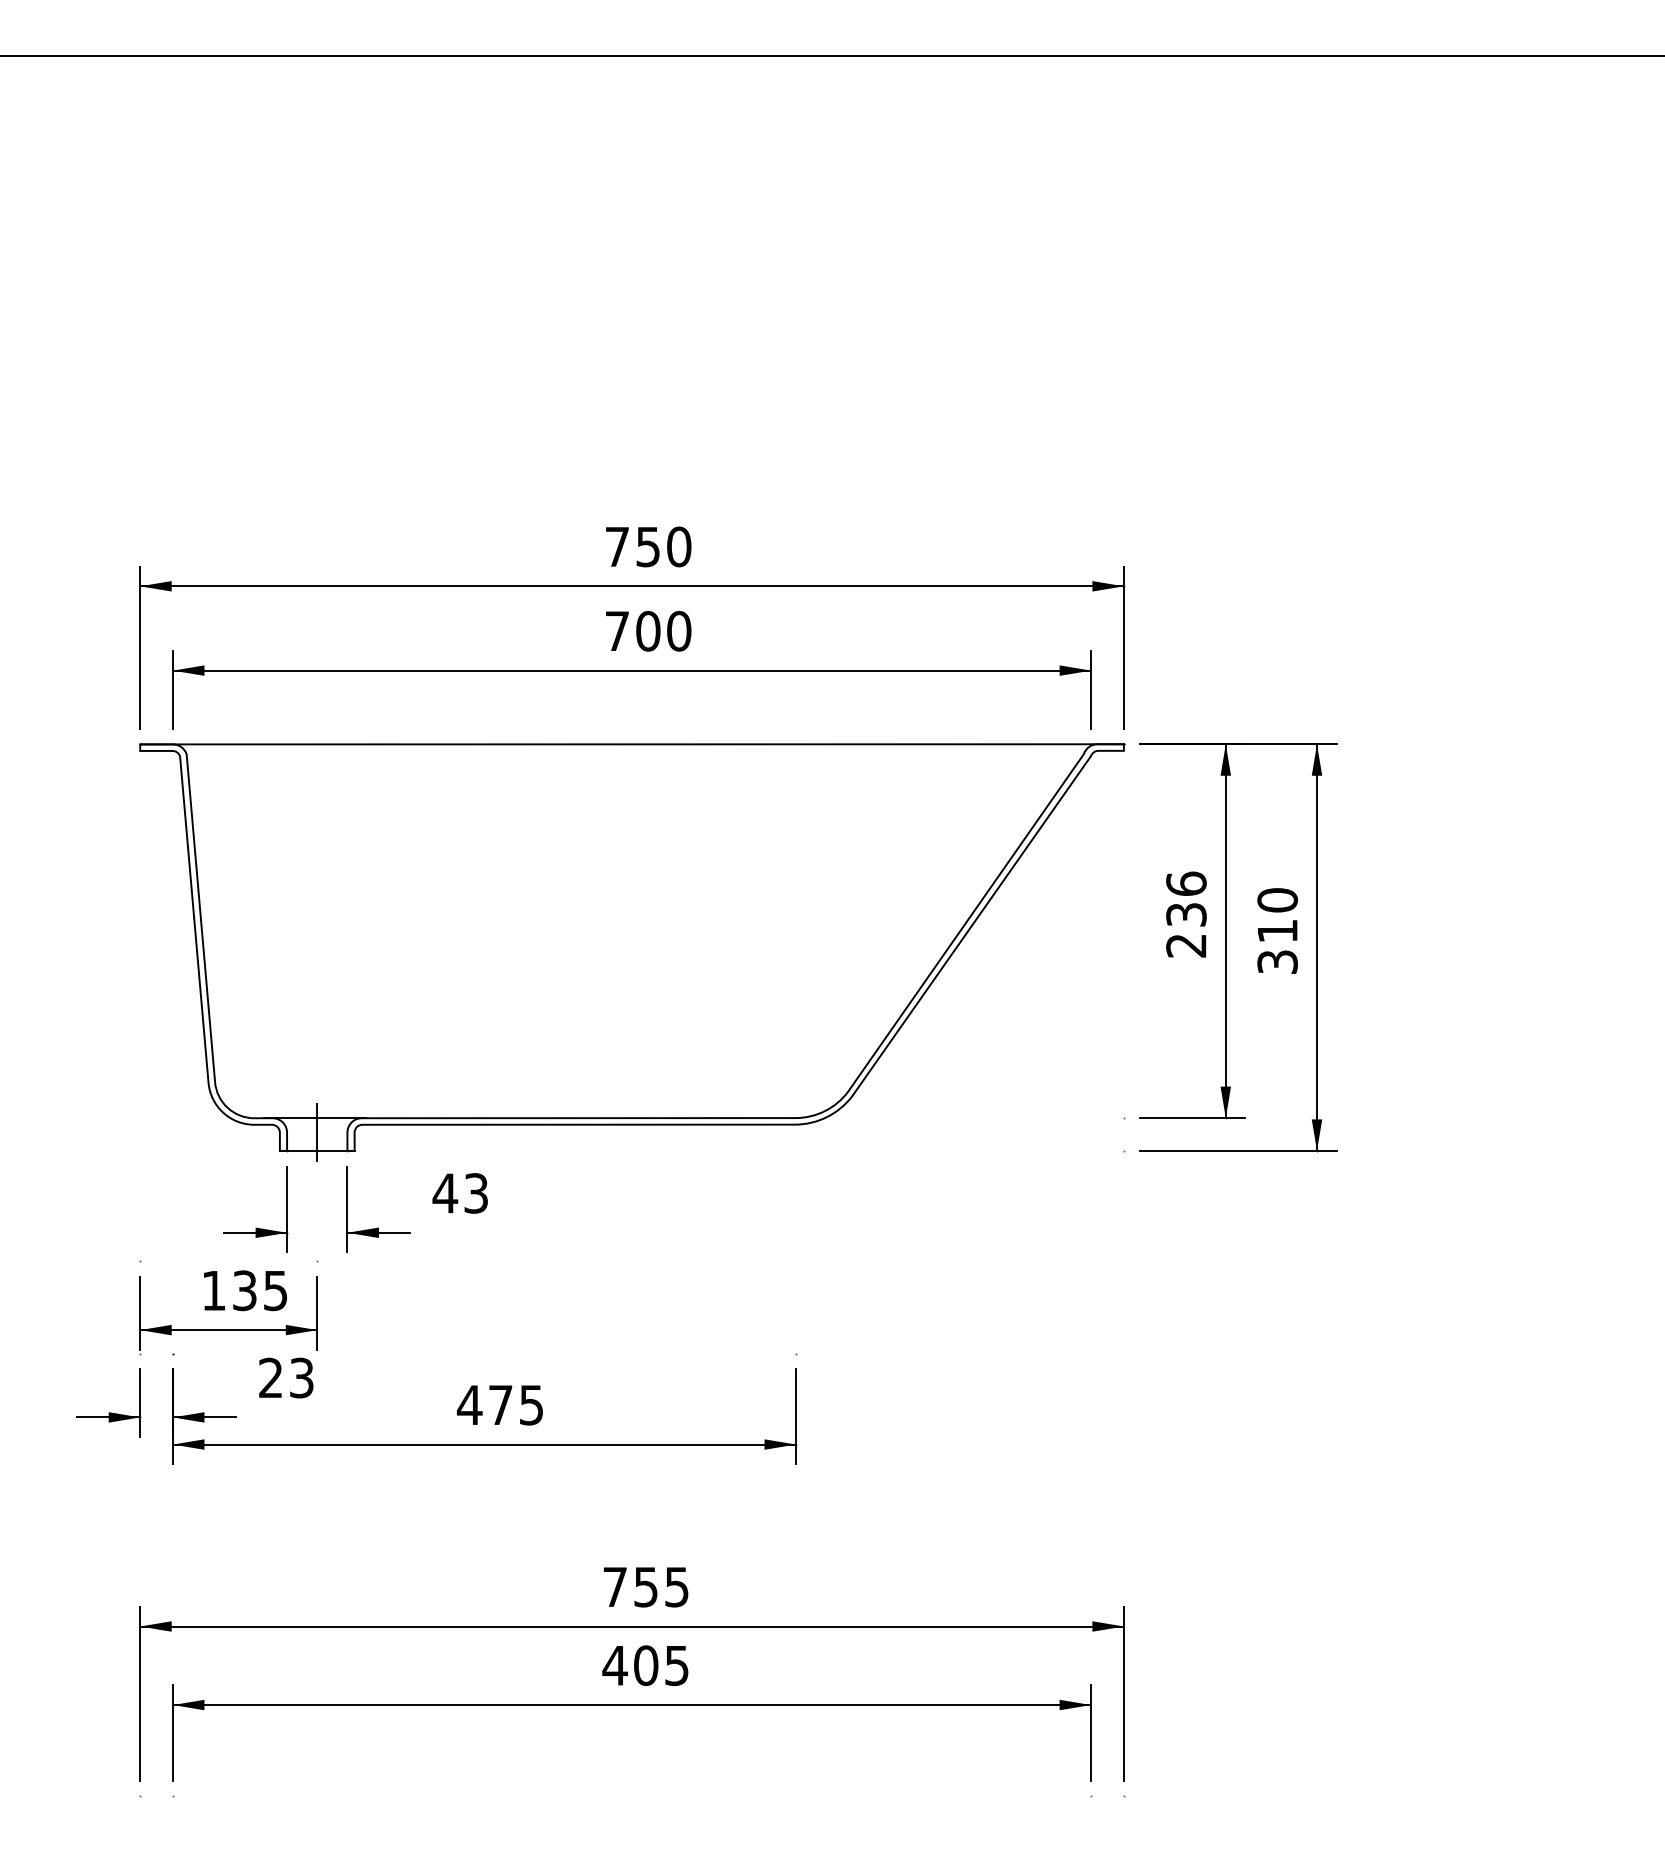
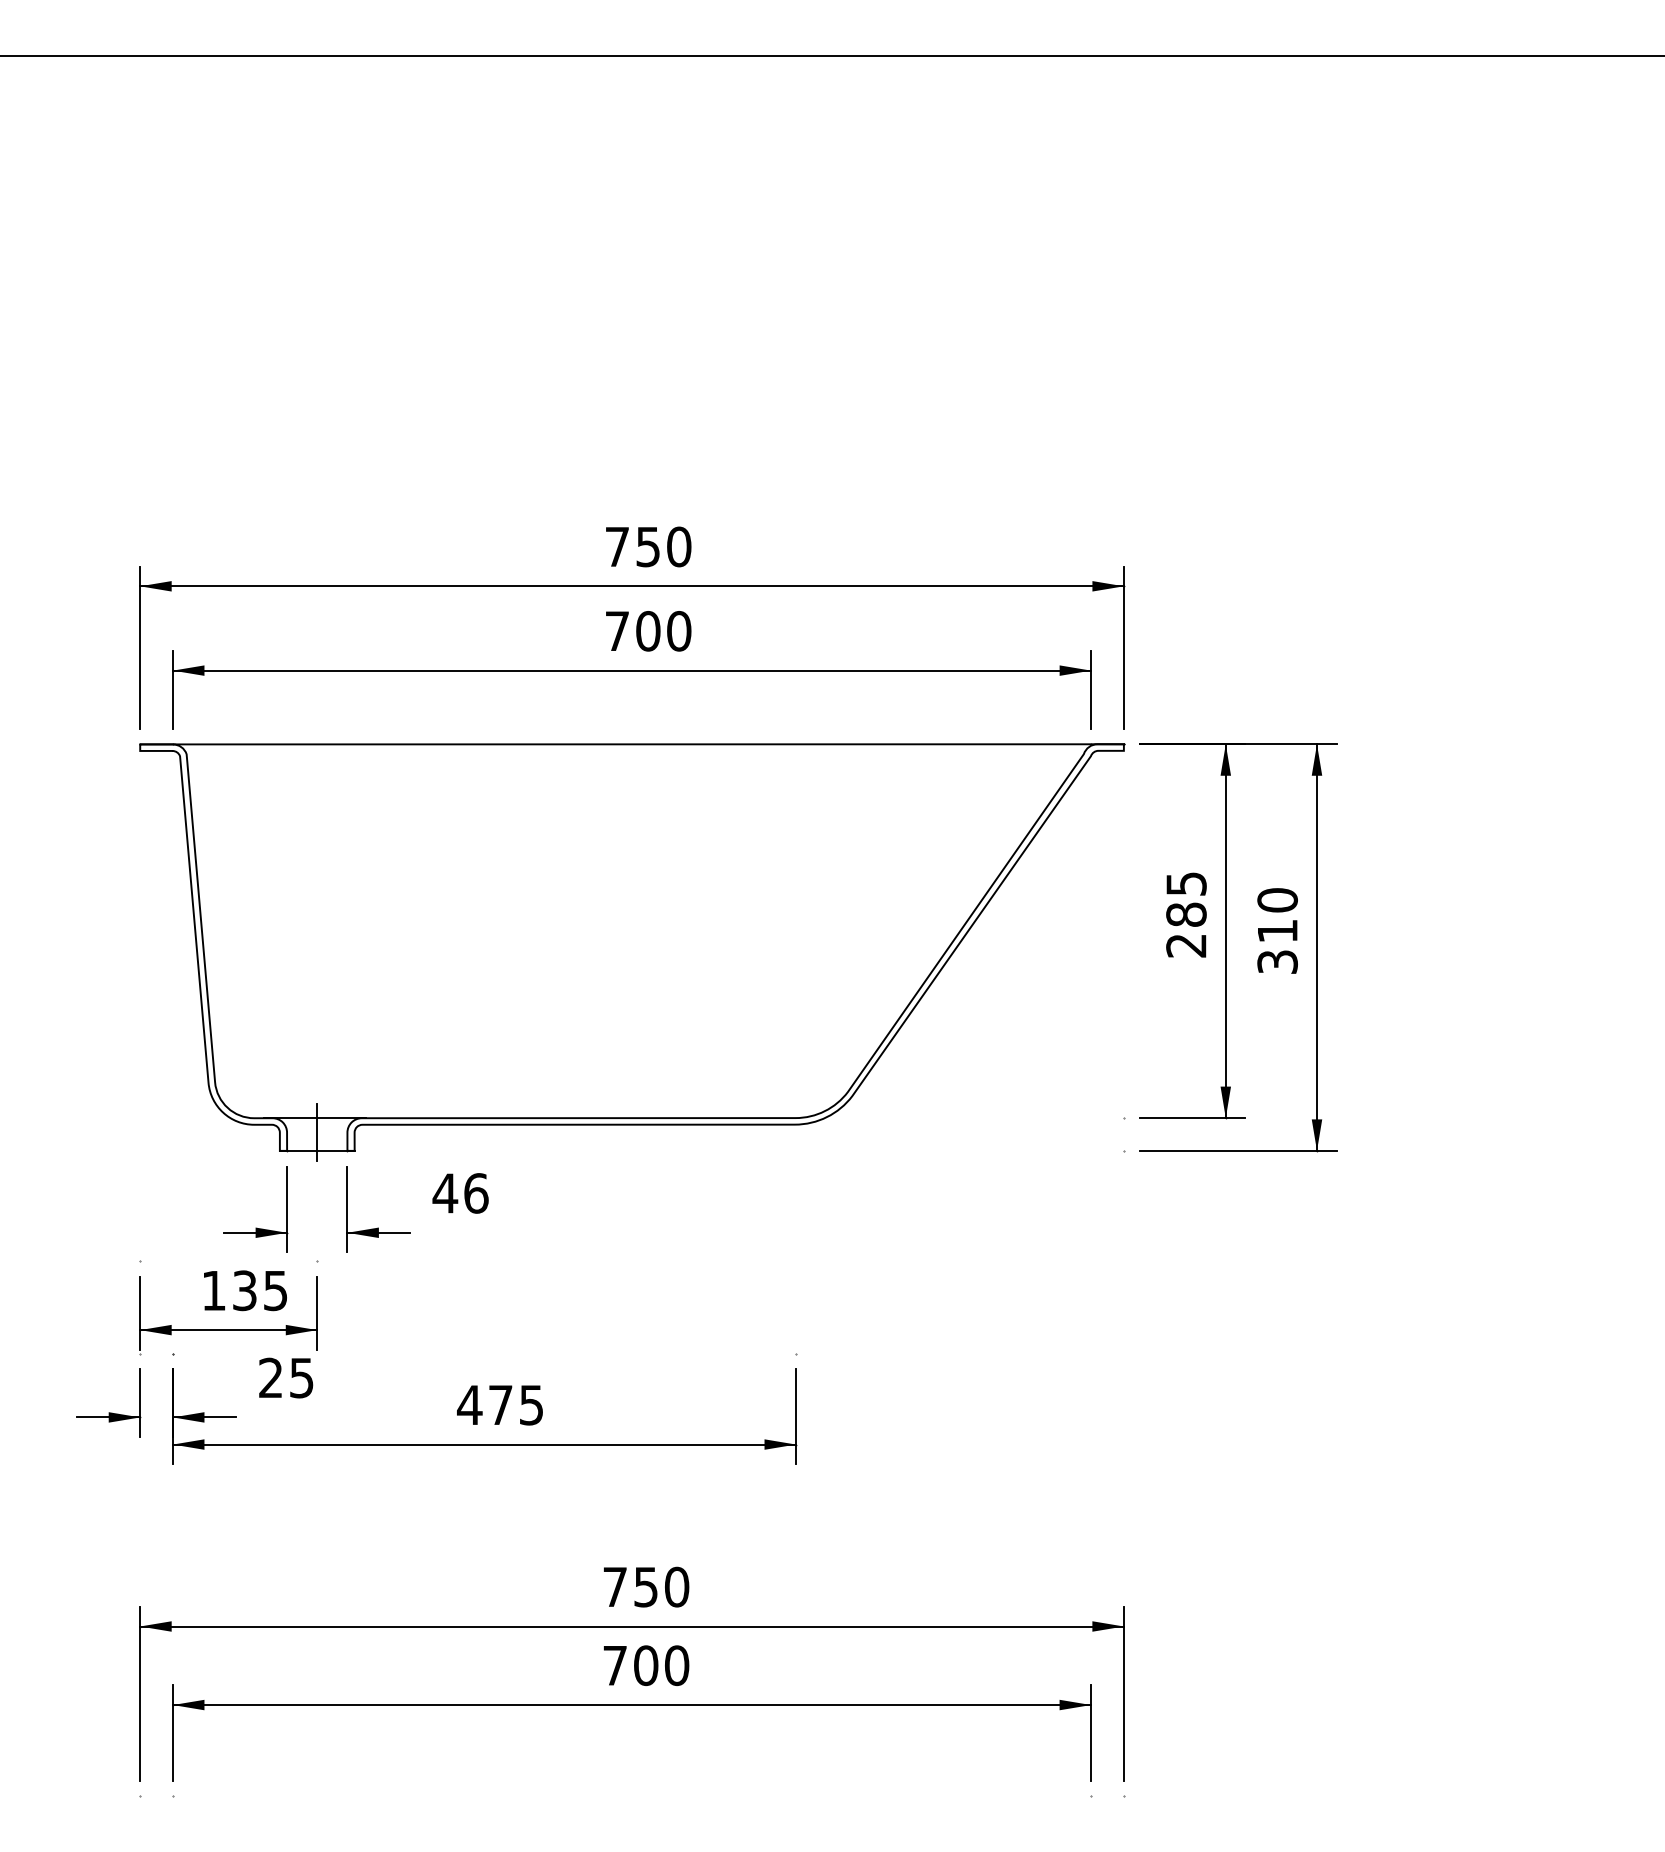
text at (1186, 898): 236 -> 285
text at (476, 1193): 43 -> 46
text at (301, 1377): 23 -> 25
text at (677, 1586): 755 -> 750
text at (645, 1665): 405 -> 700
